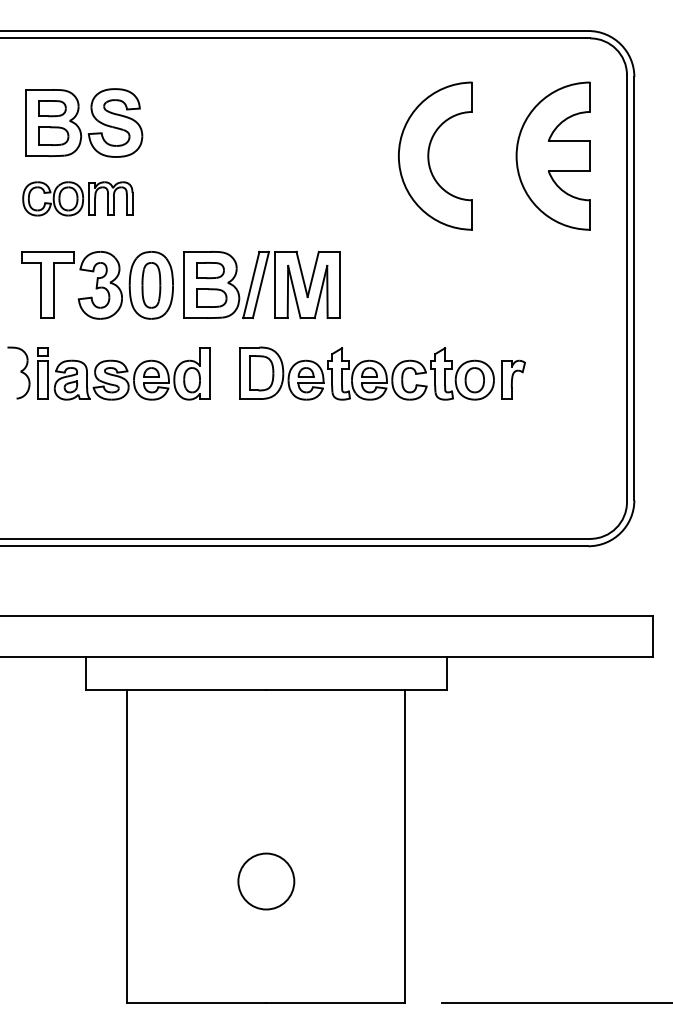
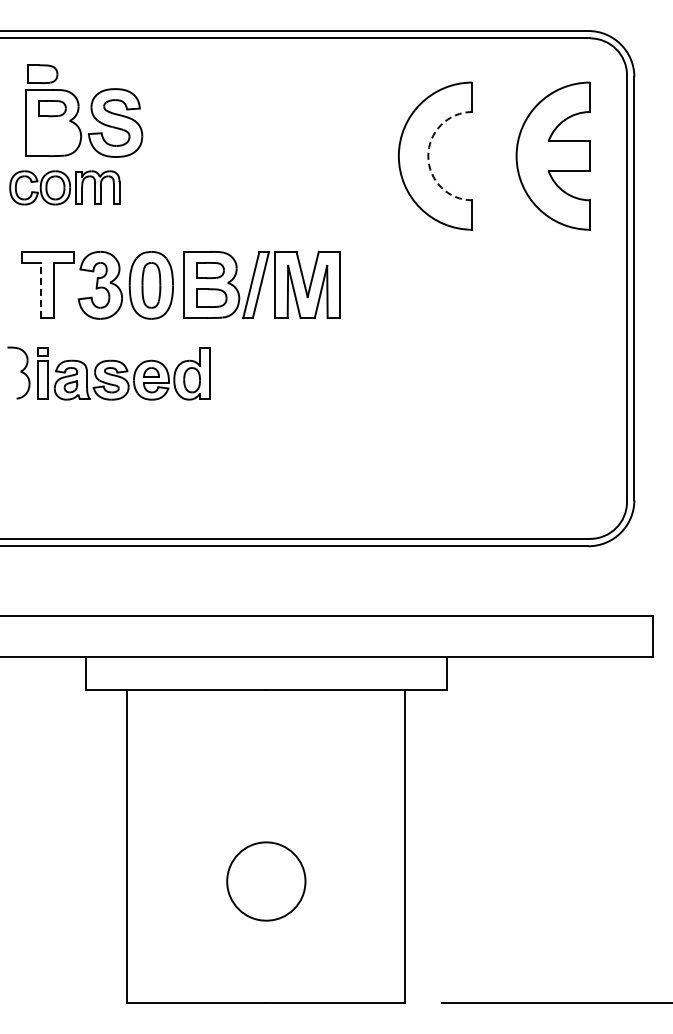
part at (53, 135) position: (53, 135) -> (42, 73)
arc at (428, 156): solid -> dashed
part at (77, 198) position: (77, 198) -> (64, 187)
line at (41, 290): solid -> dashed
part at (382, 373): present -> none
circle at (266, 881) diameter: 56 px -> 78 px
